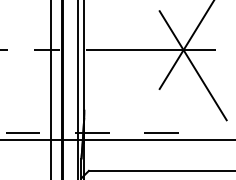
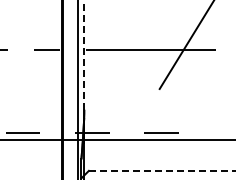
line at (84, 55): solid -> dashed
line at (195, 69): present -> none
line at (51, 89): present -> none
line at (162, 170): solid -> dashed
